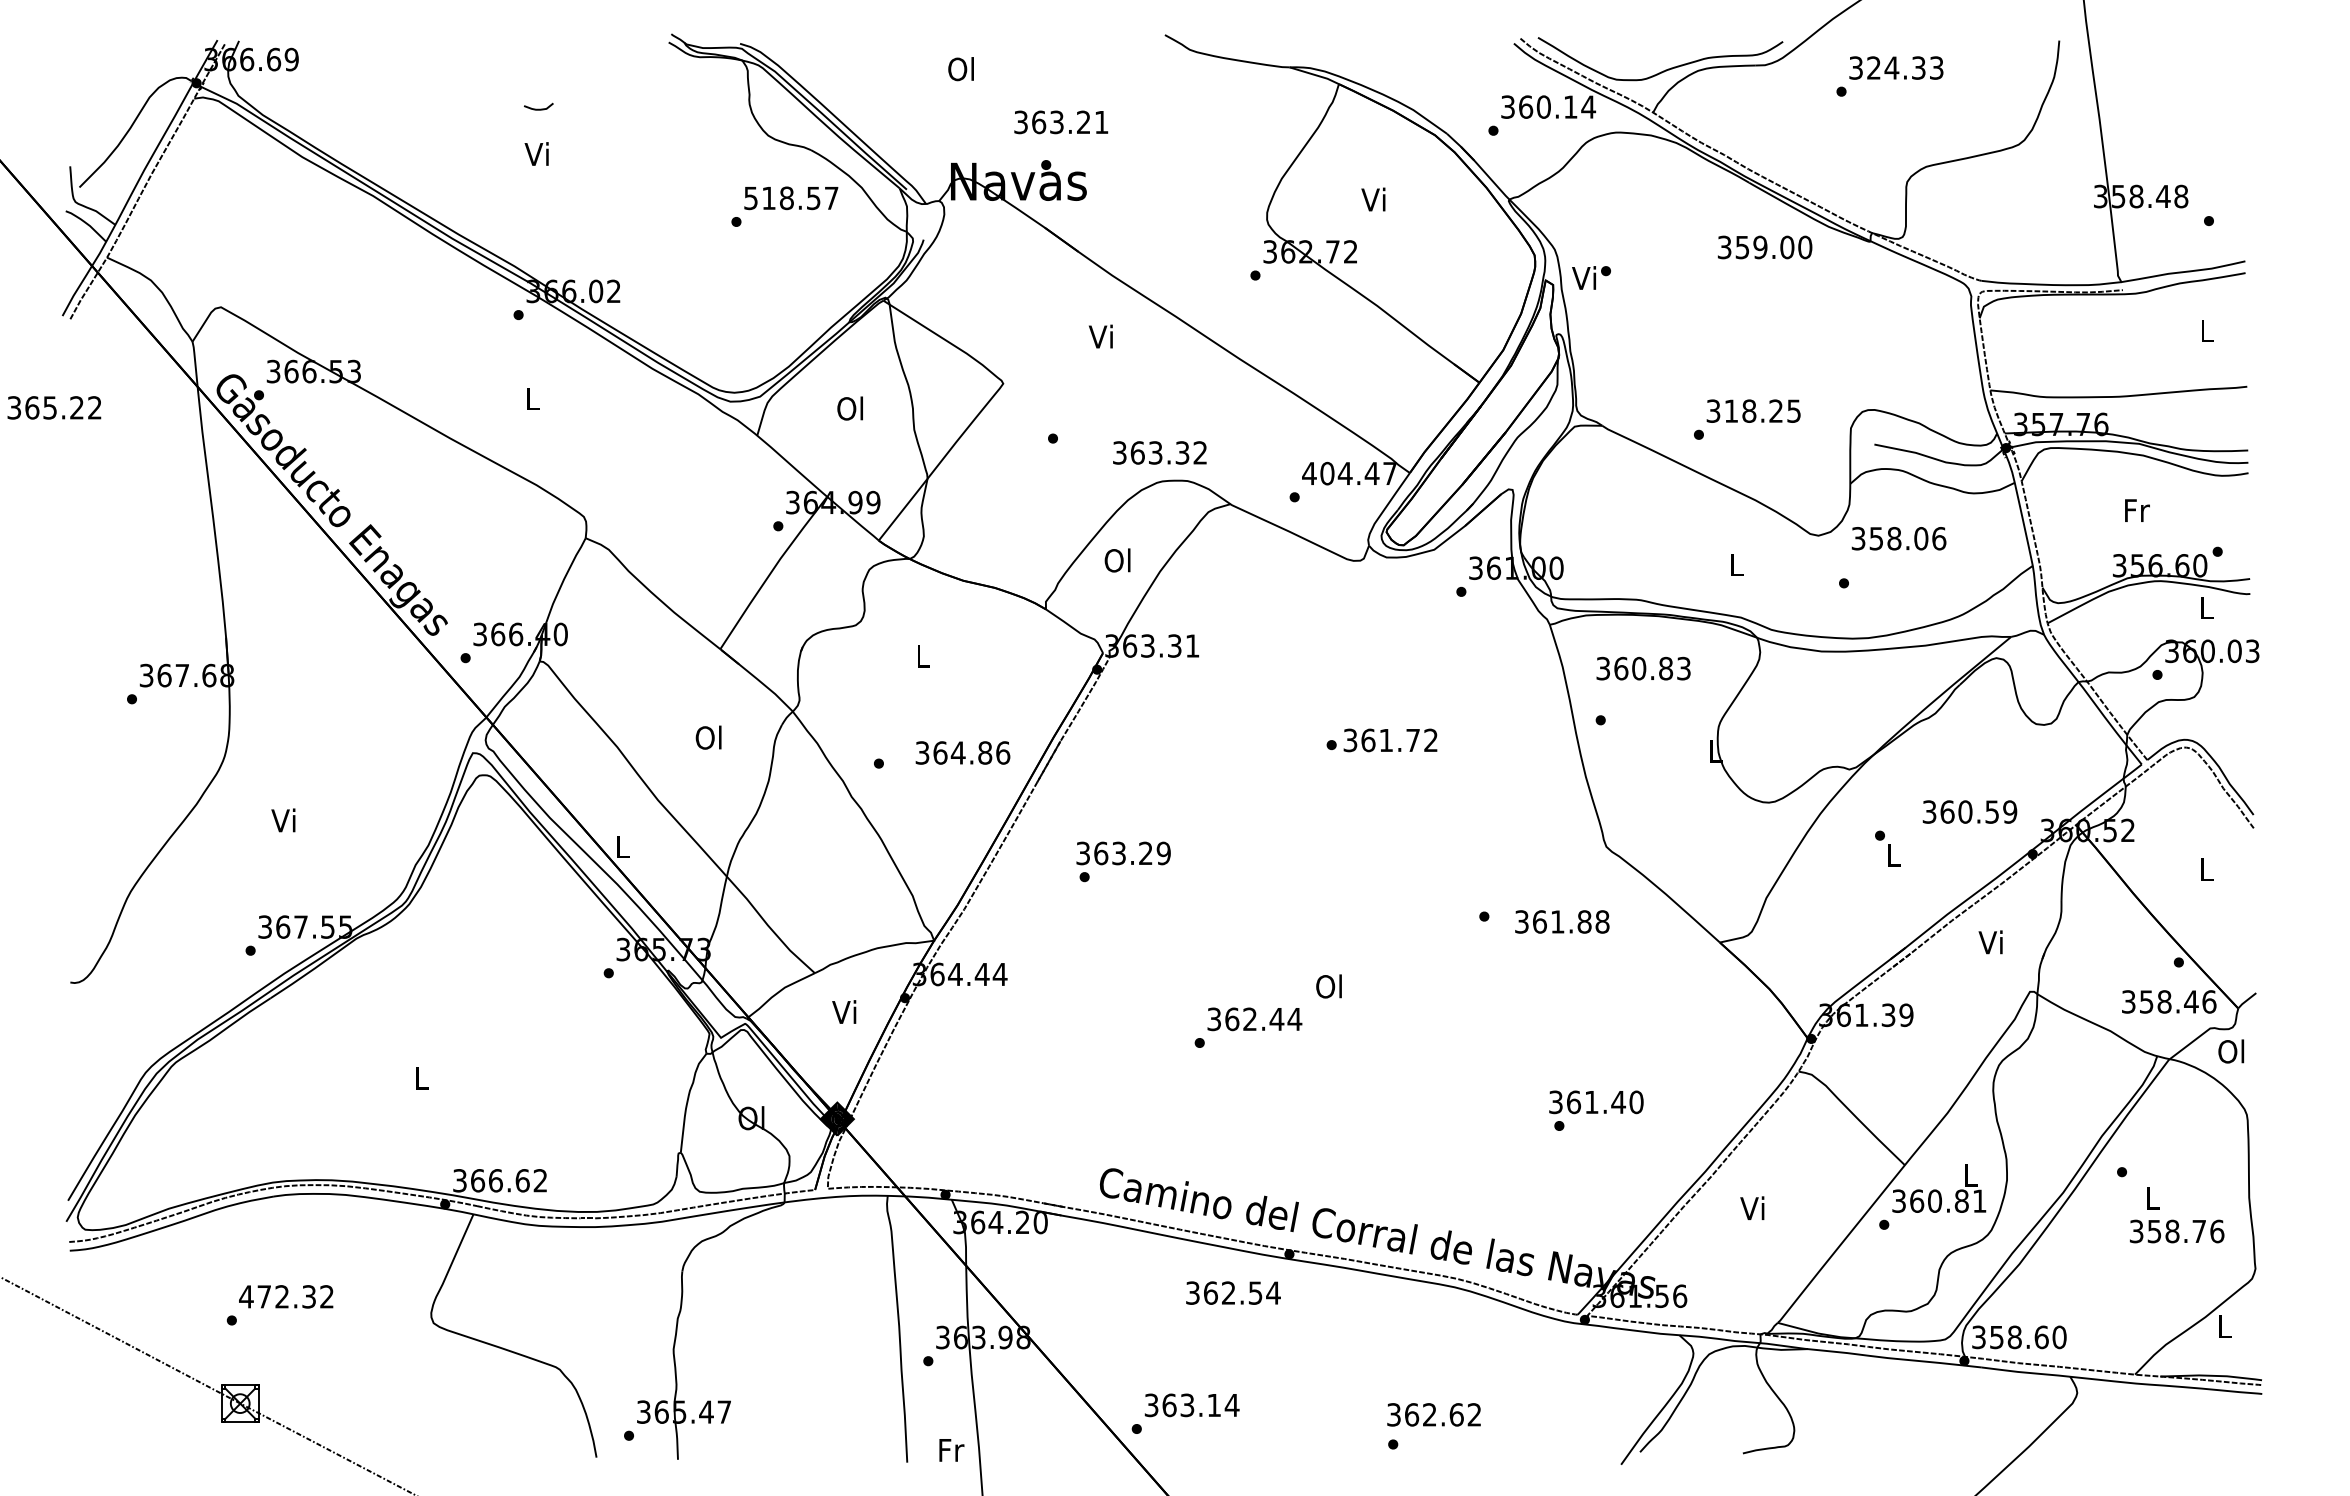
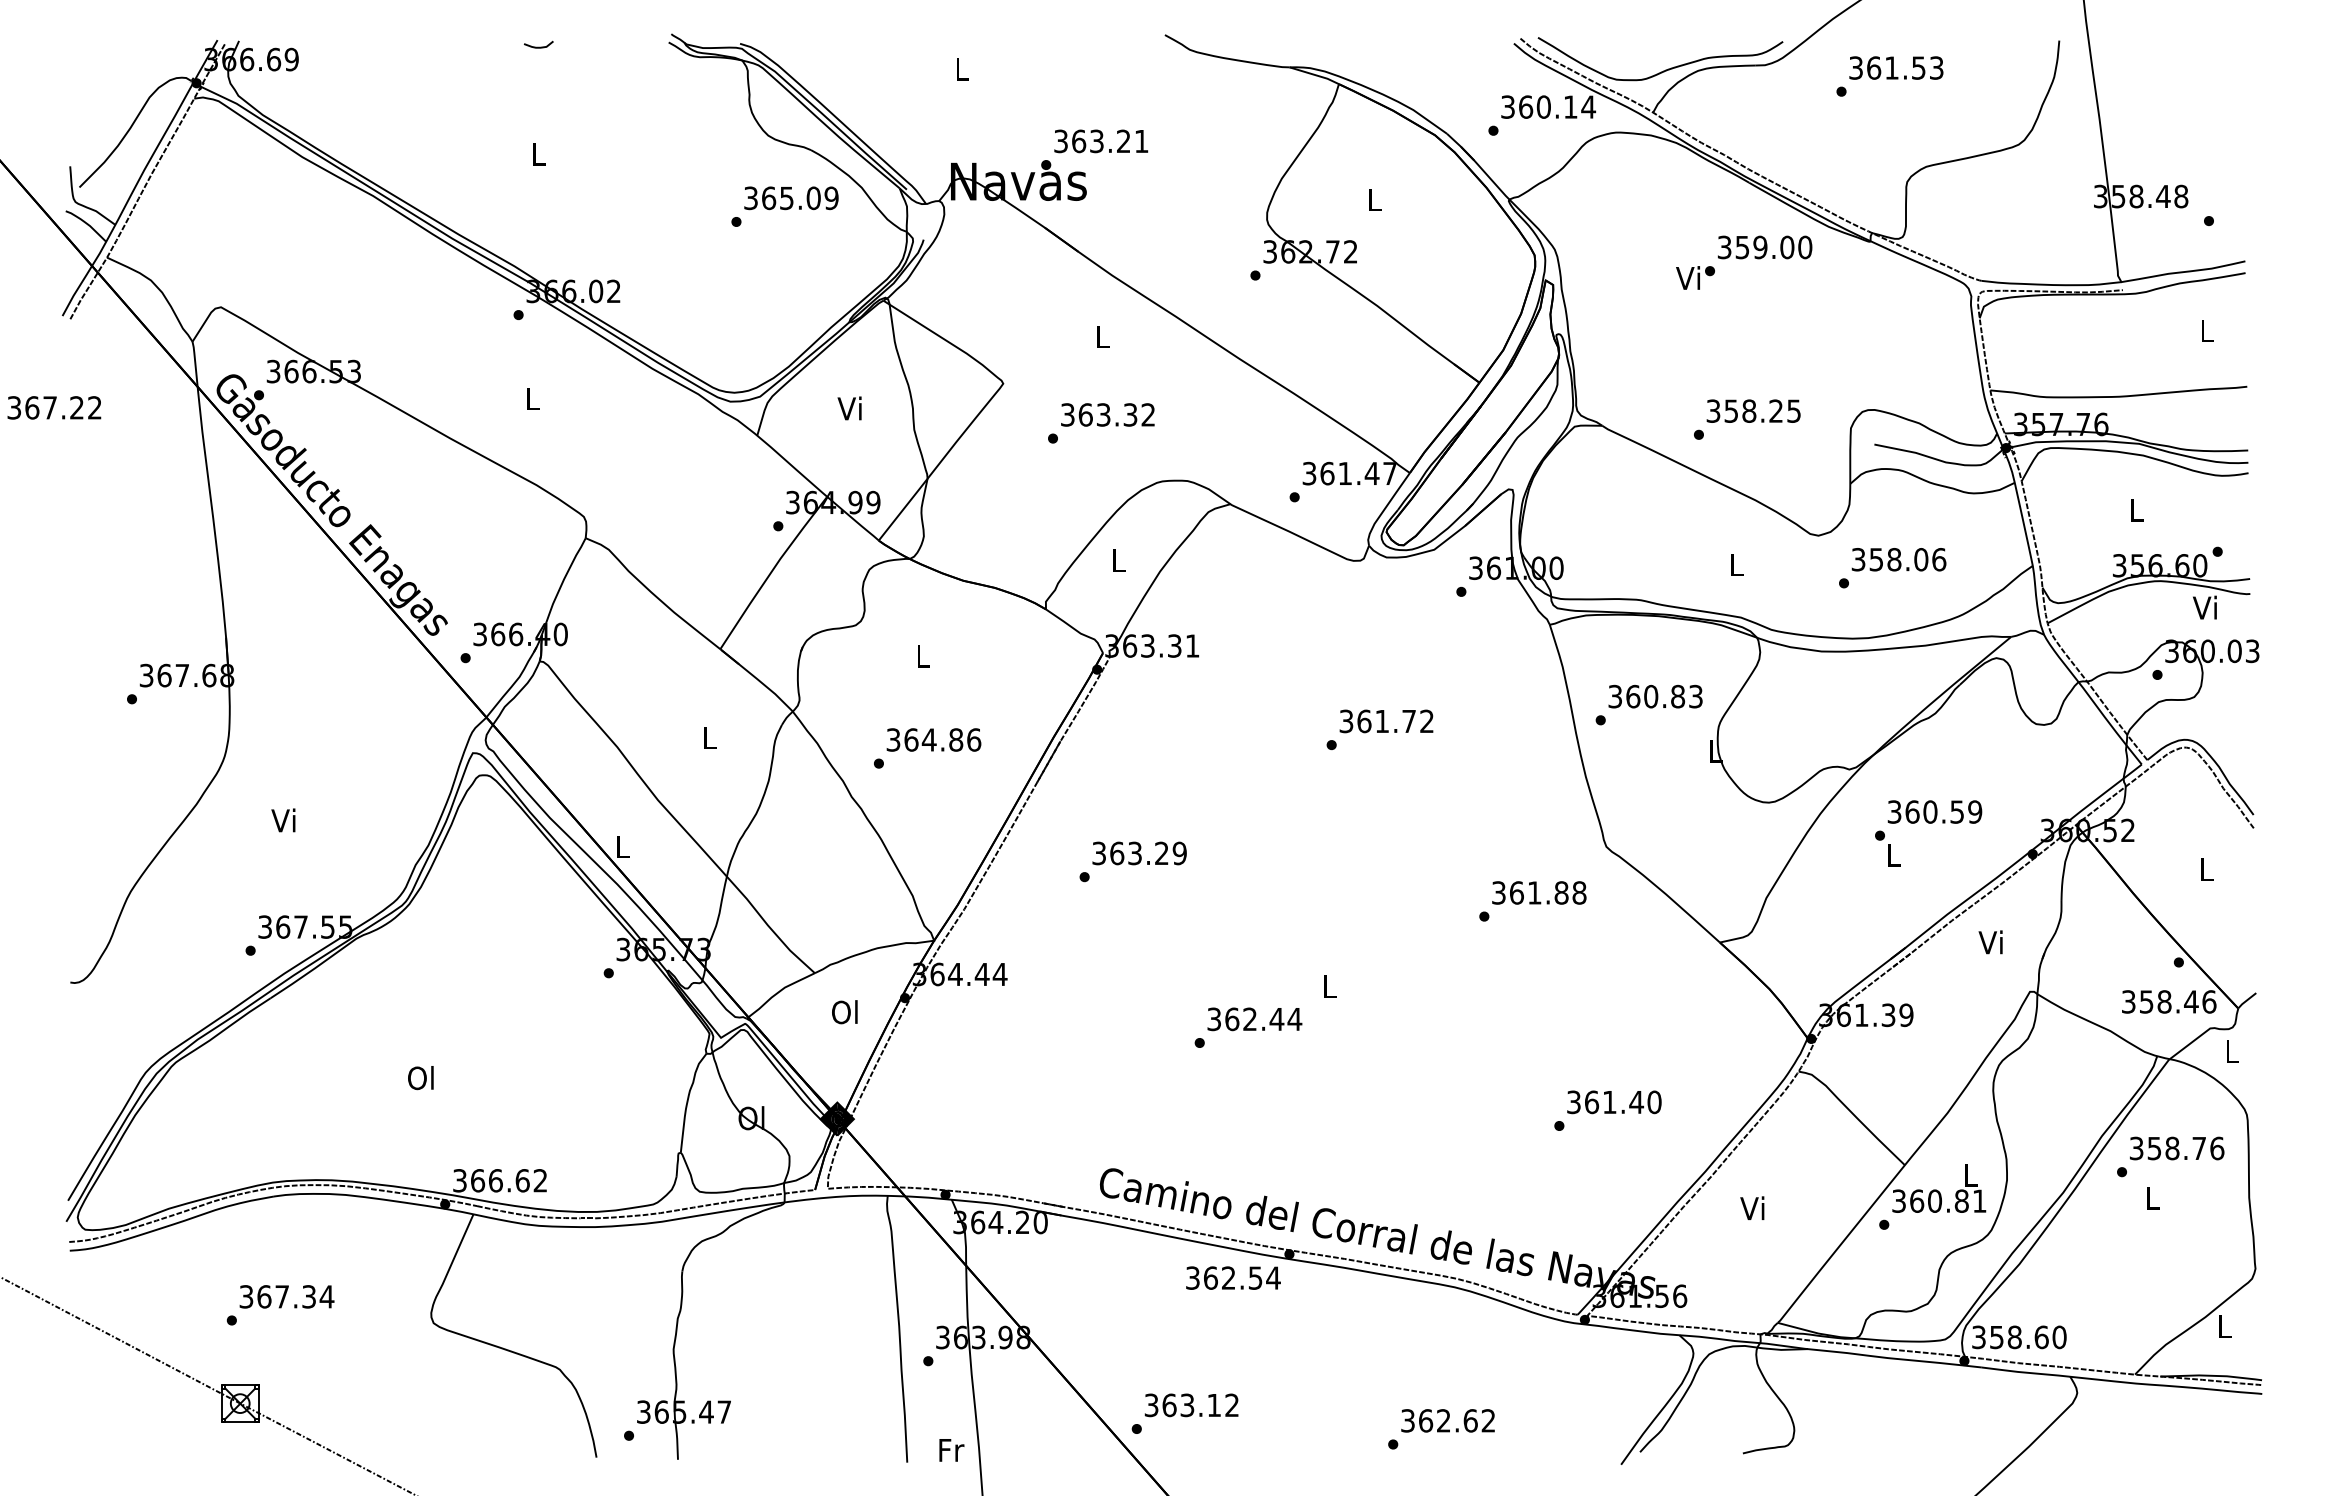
text at (1896, 67): 324.33 -> 361.53
text at (960, 69): Ol -> L
curve at (538, 108) position: (538, 108) -> (538, 46)
text at (1061, 122) position: (1061, 122) -> (1101, 141)
text at (536, 153): Vi -> L
text at (791, 198): 518.57 -> 365.09
text at (1373, 199): Vi -> L
text at (1591, 277) position: (1591, 277) -> (1695, 277)
text at (1100, 336): Vi -> L
text at (49, 407): 365.22 -> 367.22
text at (849, 408): Ol -> Vi
text at (1730, 410): 318.25 -> 358.25
text at (1159, 452) position: (1159, 452) -> (1107, 414)
text at (1327, 473): 404.47 -> 361.47
text at (2137, 510): Fr -> L
text at (1898, 538) position: (1898, 538) -> (1898, 559)
text at (1117, 560): Ol -> L
text at (2204, 607): L -> Vi
text at (1643, 668) position: (1643, 668) -> (1655, 696)
text at (708, 737): Ol -> L
text at (1390, 740) position: (1390, 740) -> (1386, 721)
text at (962, 752) position: (962, 752) -> (933, 739)
text at (1969, 811) position: (1969, 811) -> (1934, 811)
text at (1123, 853) position: (1123, 853) -> (1139, 853)
text at (1562, 921) position: (1562, 921) -> (1539, 892)
text at (1328, 986): Ol -> L
text at (844, 1012): Vi -> Ol
text at (2231, 1051): Ol -> L
text at (420, 1078): L -> Ol
text at (1596, 1102) position: (1596, 1102) -> (1614, 1102)
text at (2177, 1231) position: (2177, 1231) -> (2177, 1148)
text at (1233, 1292) position: (1233, 1292) -> (1233, 1277)
text at (286, 1296): 472.32 -> 367.34
text at (1231, 1404): 363.14 -> 363.12
text at (1433, 1414) position: (1433, 1414) -> (1447, 1420)
